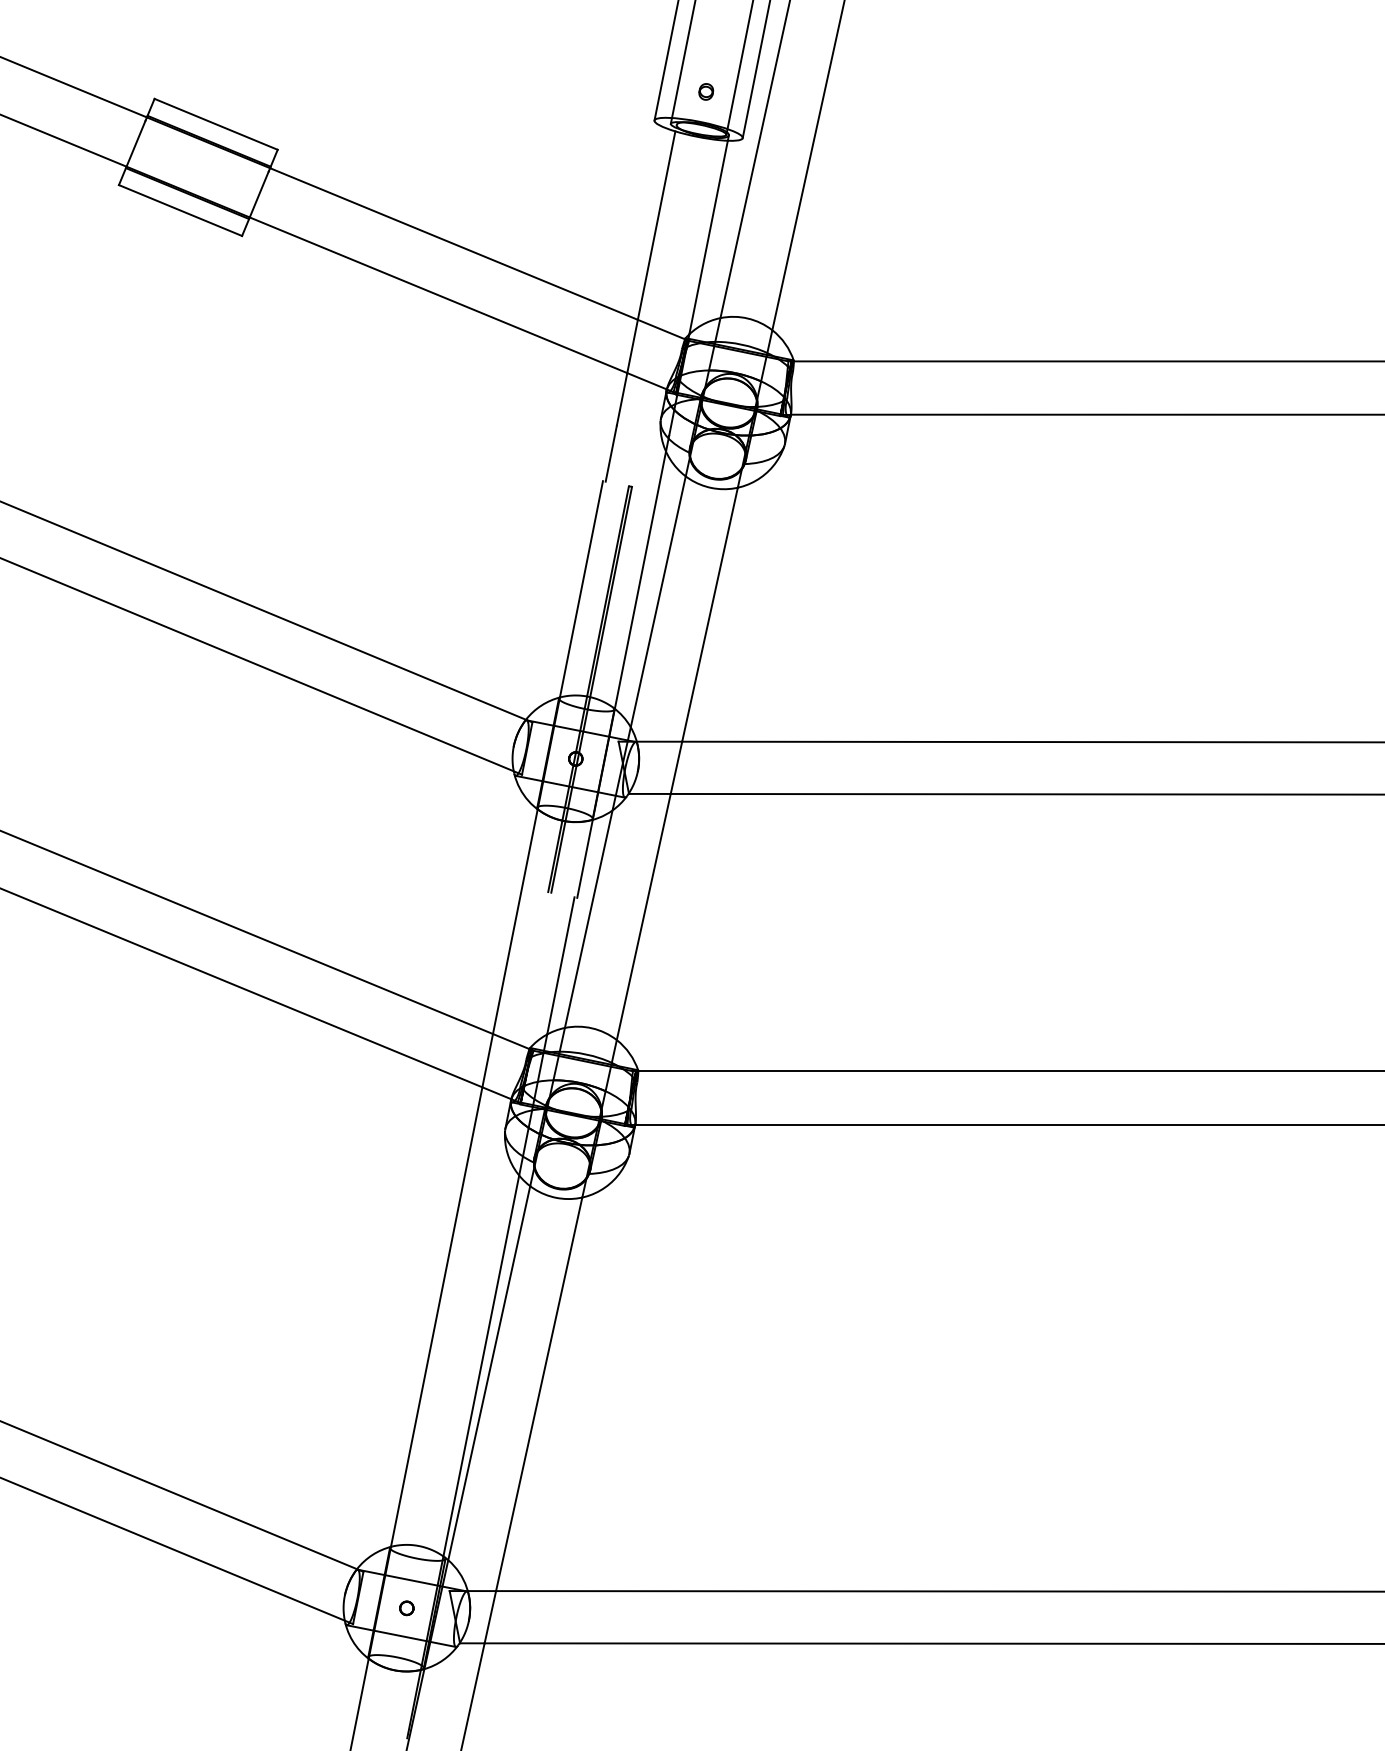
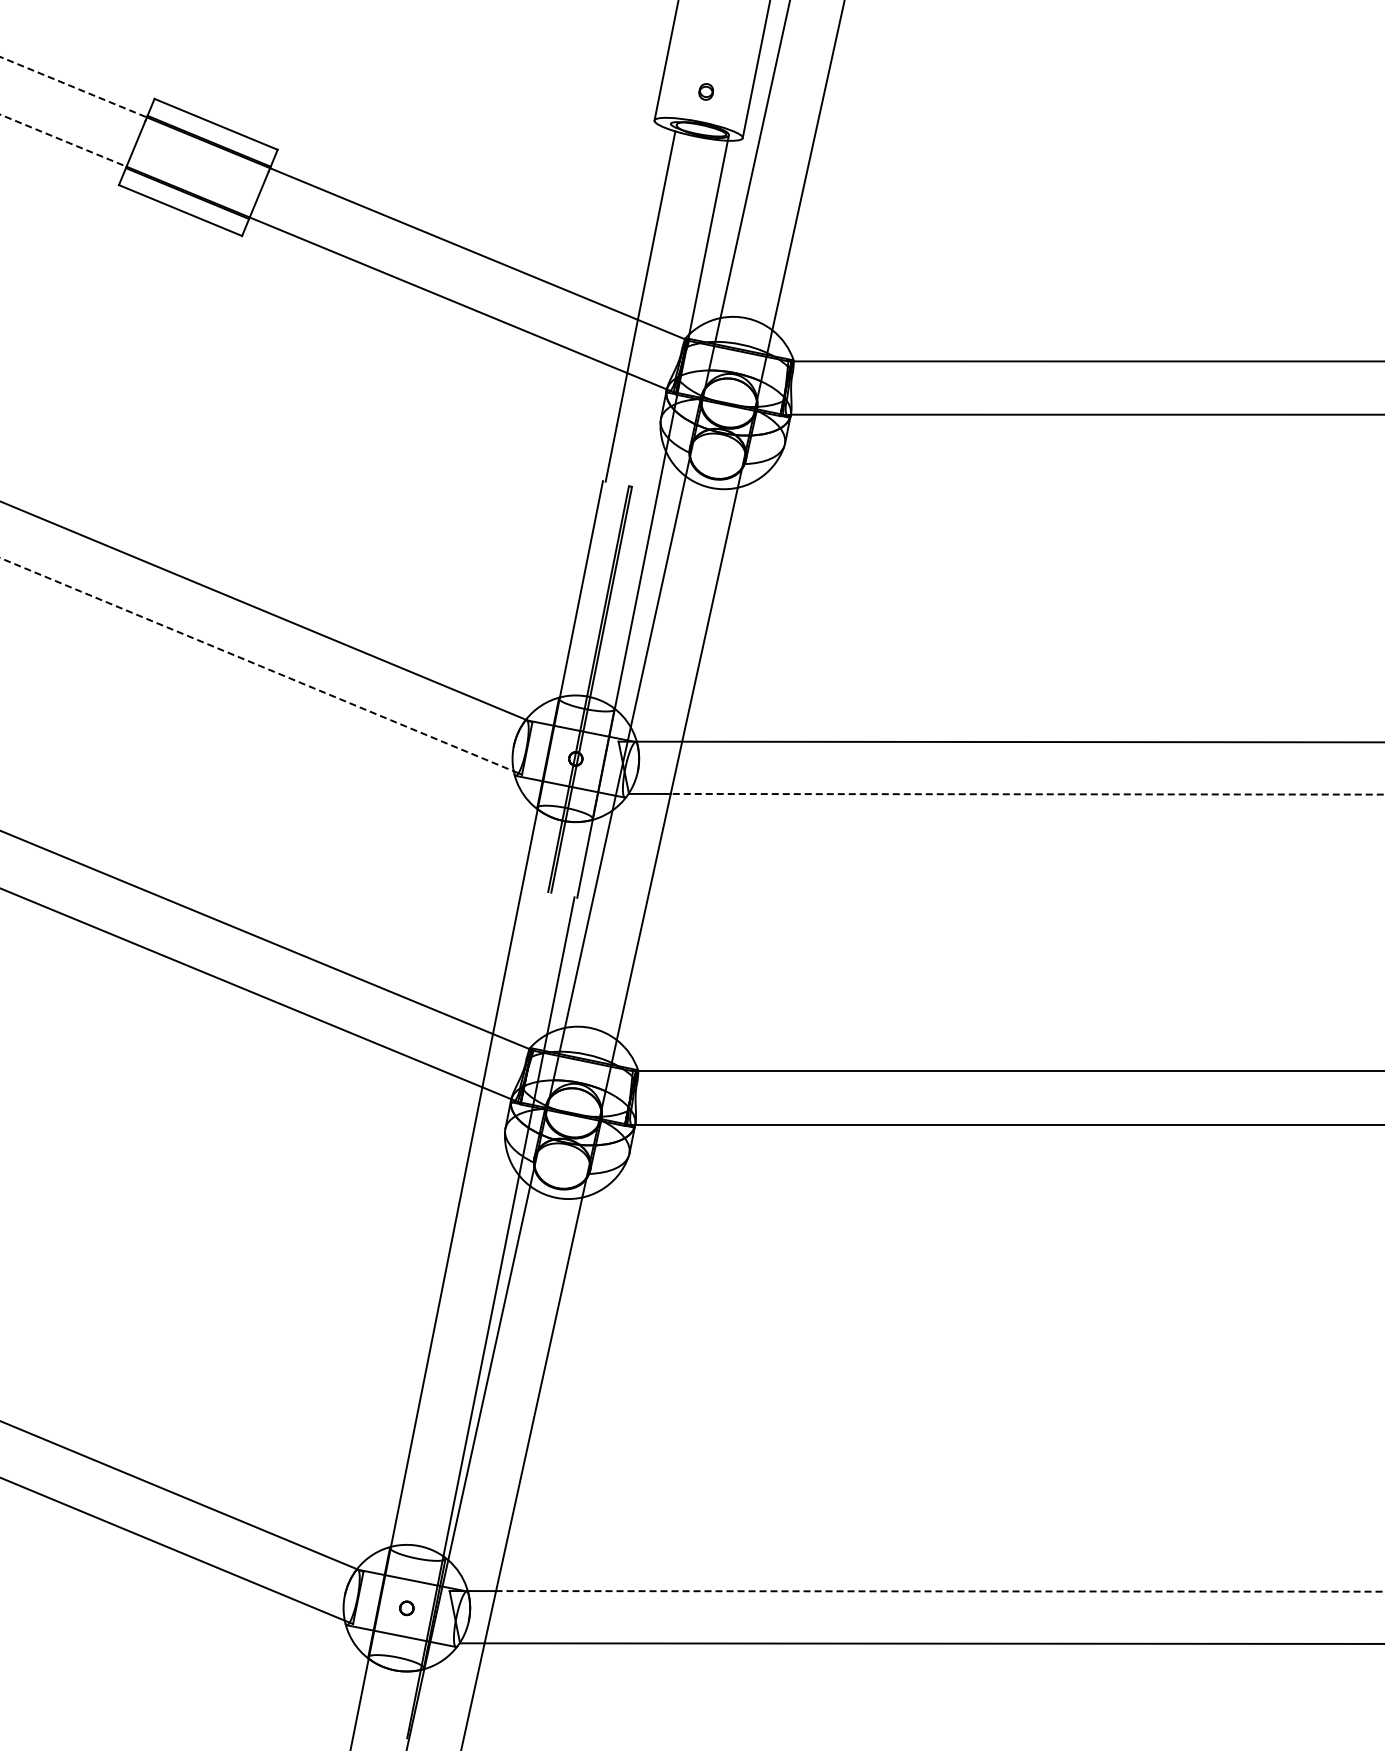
line at (682, 62): present -> none
line at (739, 68): present -> none
line at (74, 87): solid -> dashed
line at (63, 140): solid -> dashed
line at (259, 665): solid -> dashed
line at (1027, 794): solid -> dashed
line at (939, 1591): solid -> dashed
